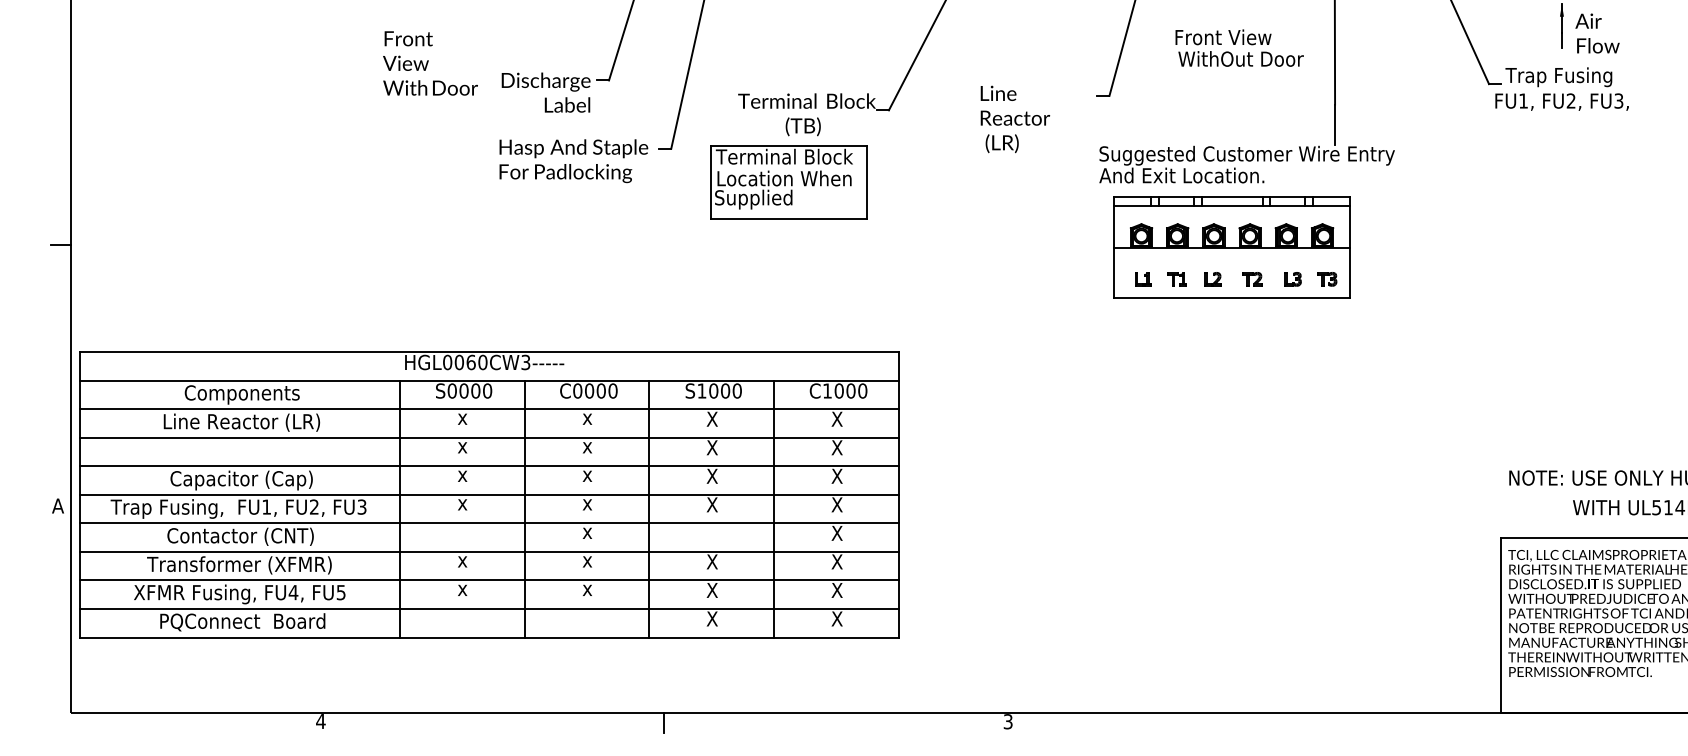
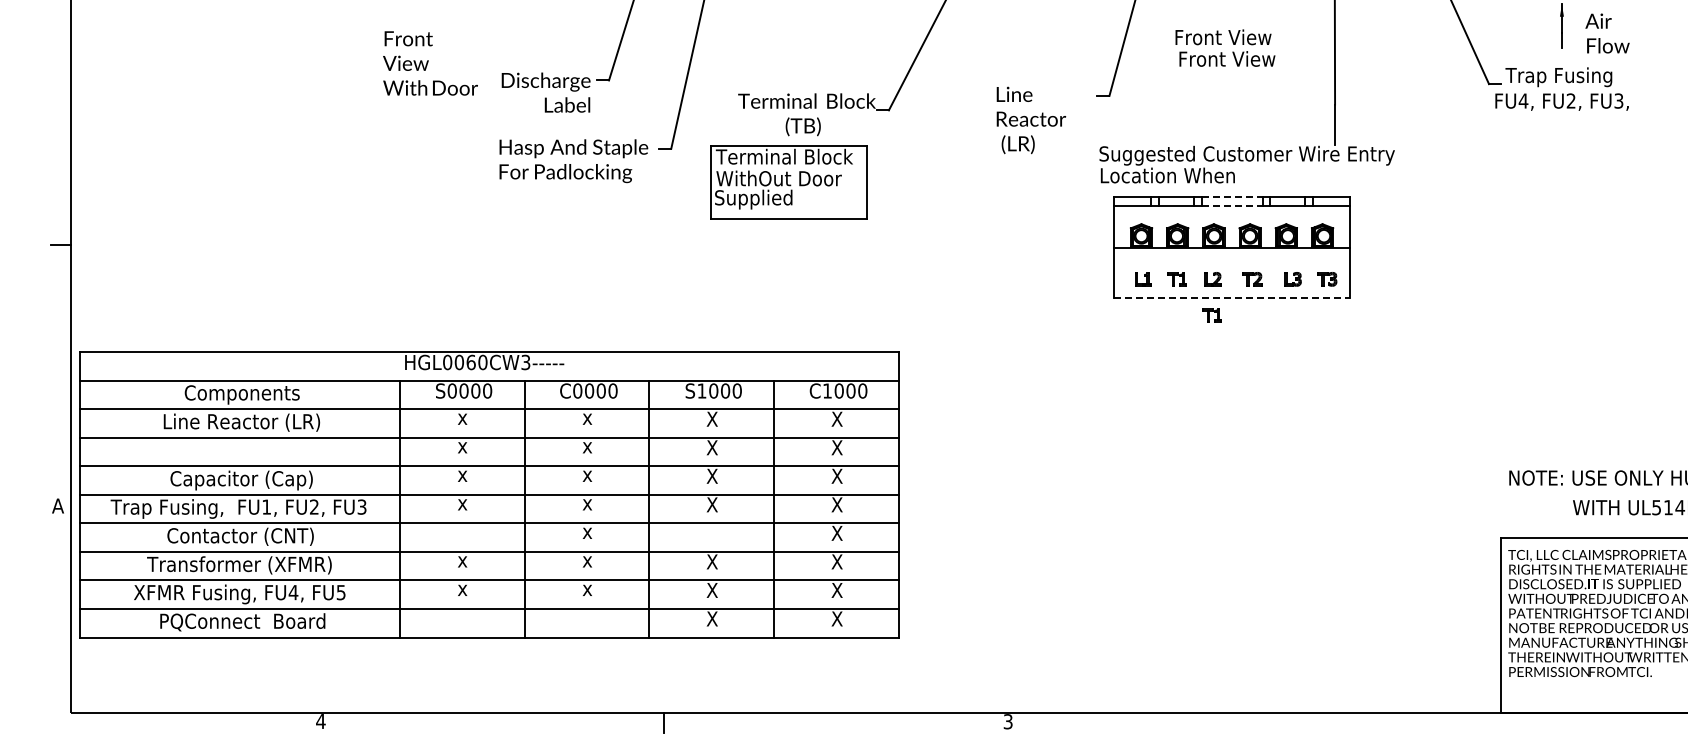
text at (1597, 33) position: (1597, 33) -> (1607, 33)
text at (1240, 58): WithOut Door -> Front View
text at (1523, 100): FU1, -> FU4,
text at (1015, 119) position: (1015, 119) -> (1031, 120)
text at (1181, 175): And Exit Location. -> Location When
text at (783, 178): Location When -> WithOut Door
line at (1232, 197): solid -> dashed
line at (1232, 206): solid -> dashed
line at (1232, 298): solid -> dashed
part at (1211, 315): none -> present
